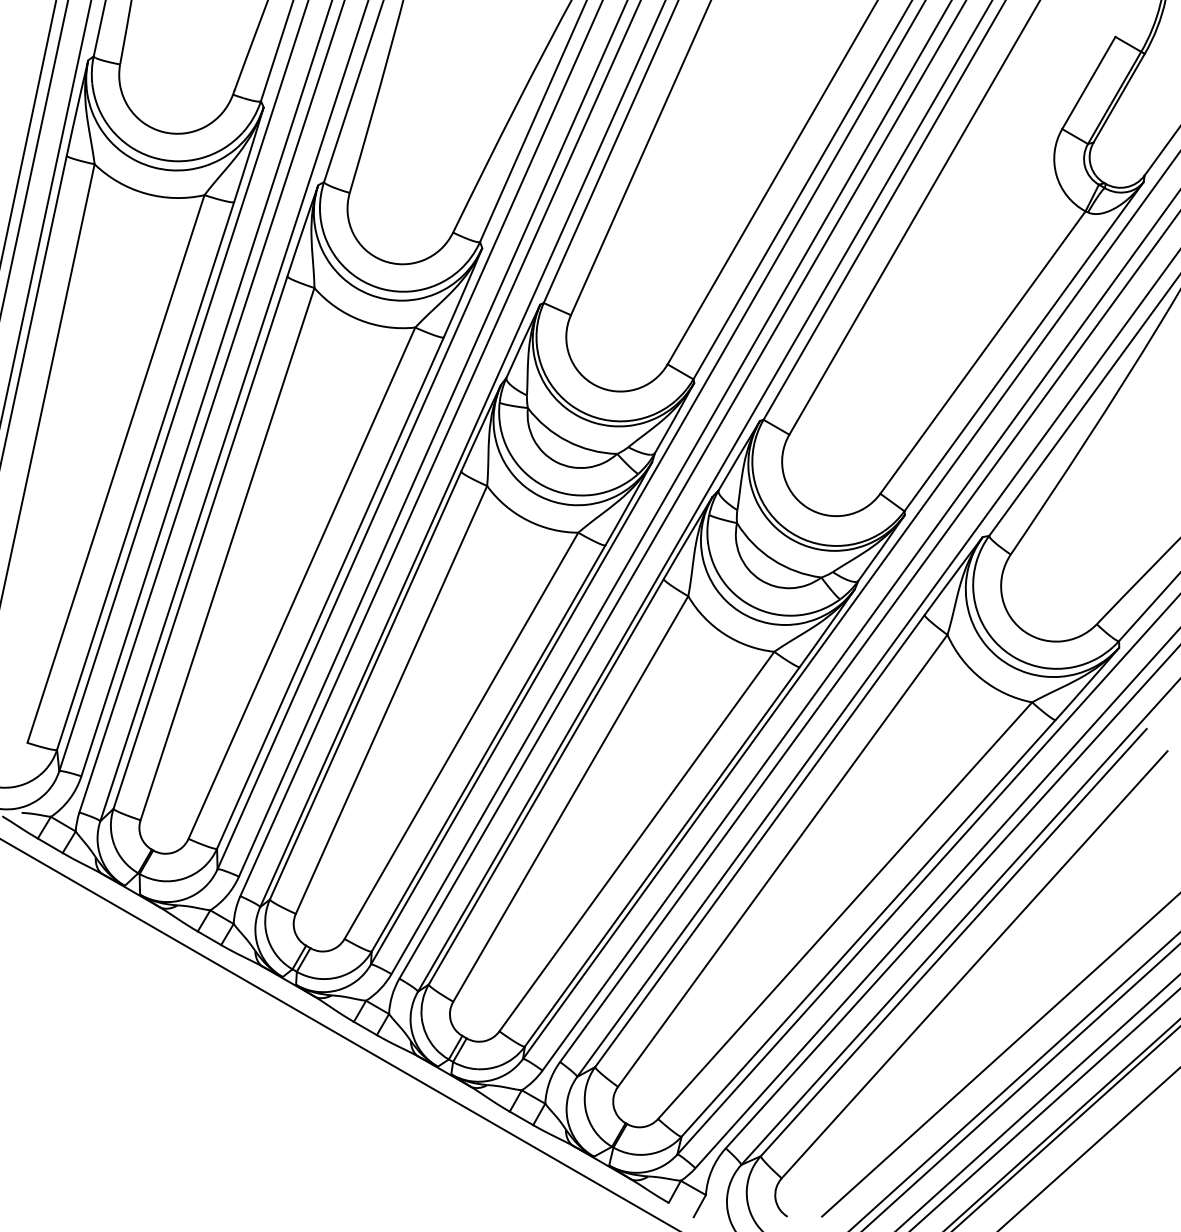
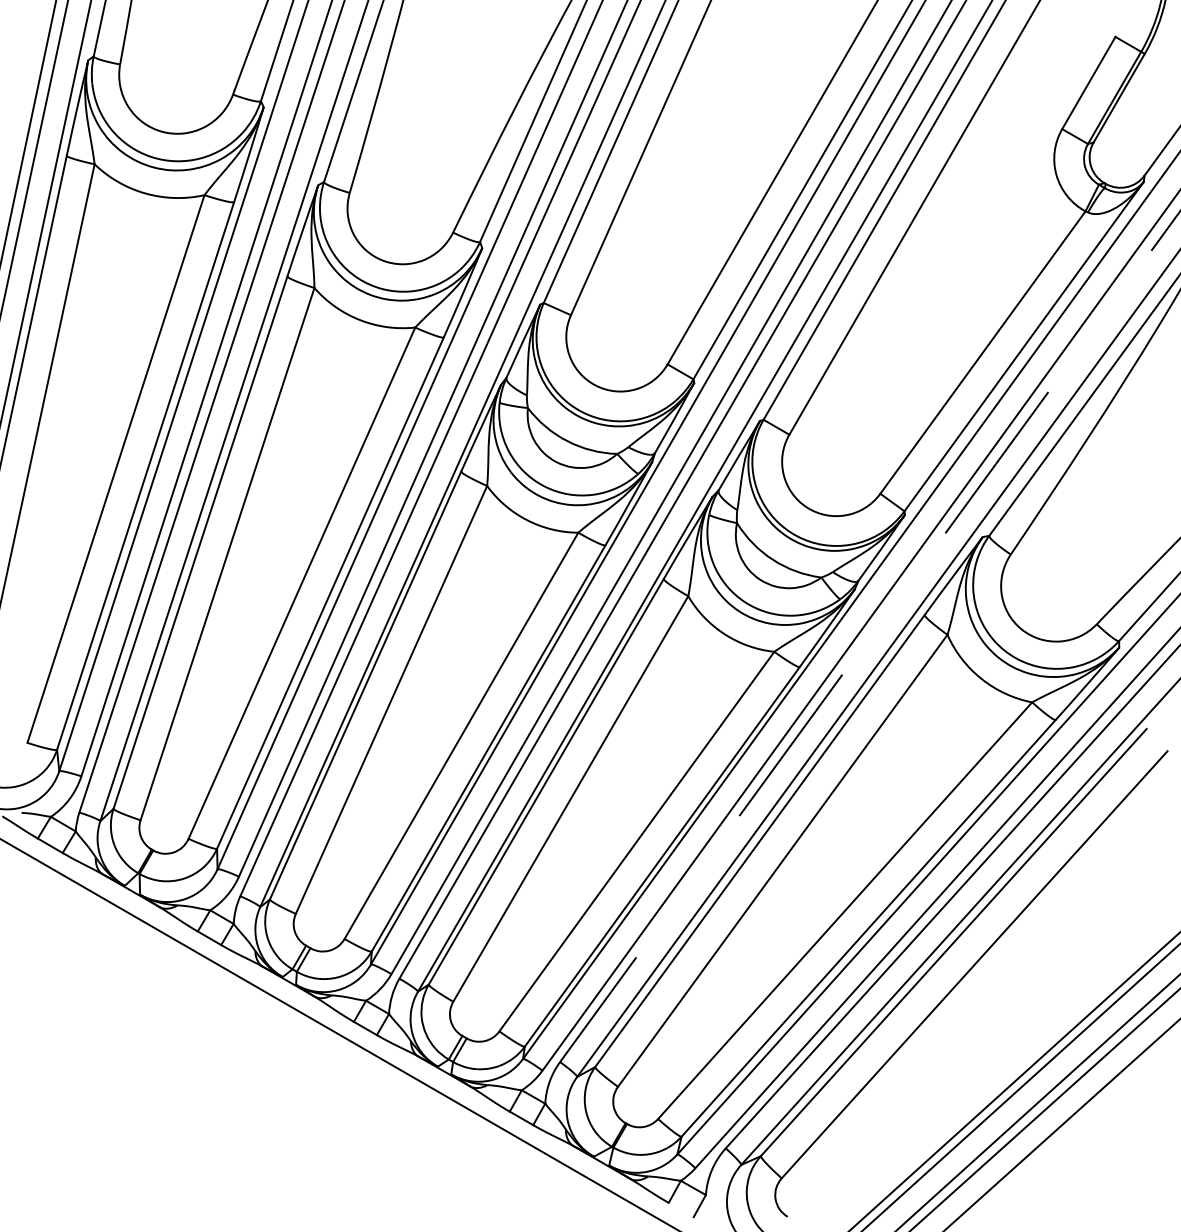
line at (870, 636): solid -> dashed
line at (999, 1055): present -> none
line at (1066, 1128): present -> none
line at (1088, 1148): present -> none
